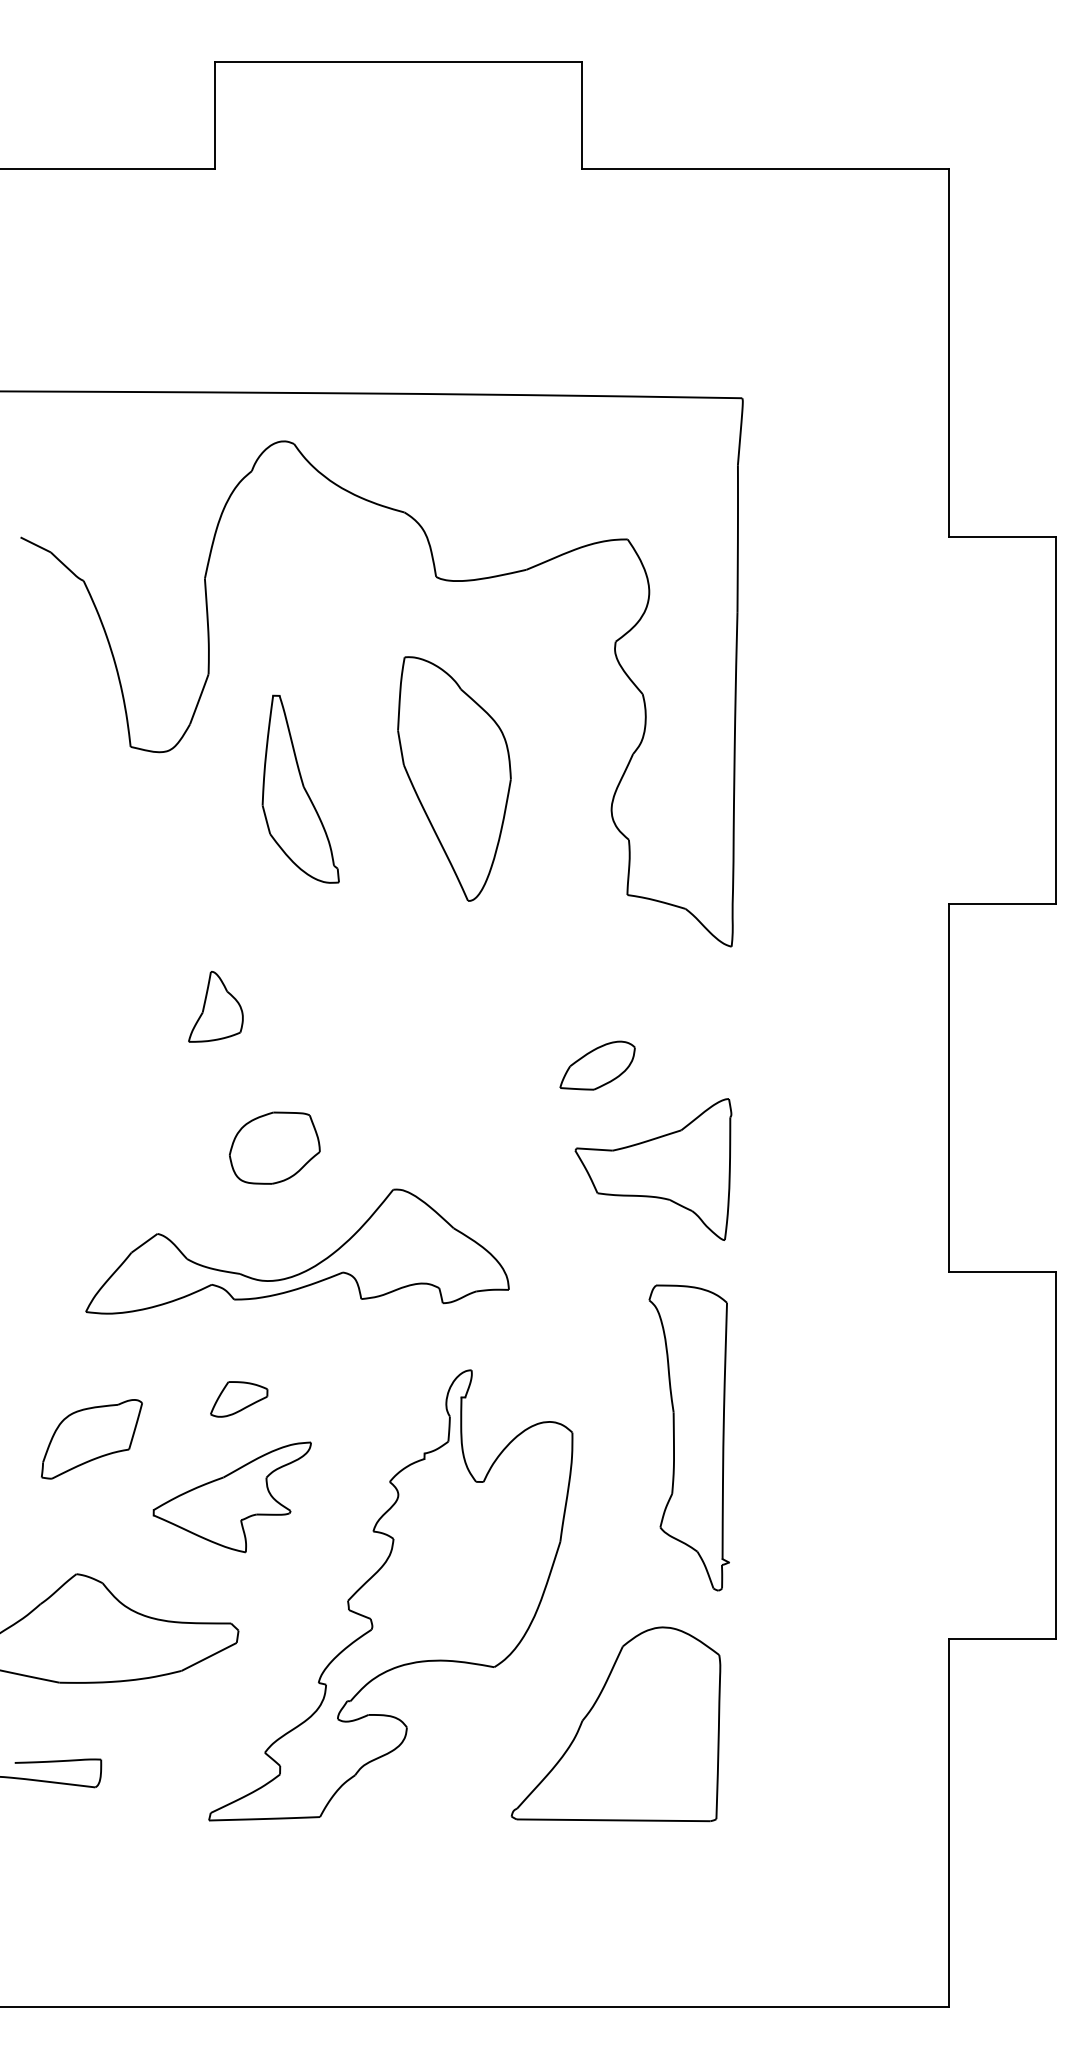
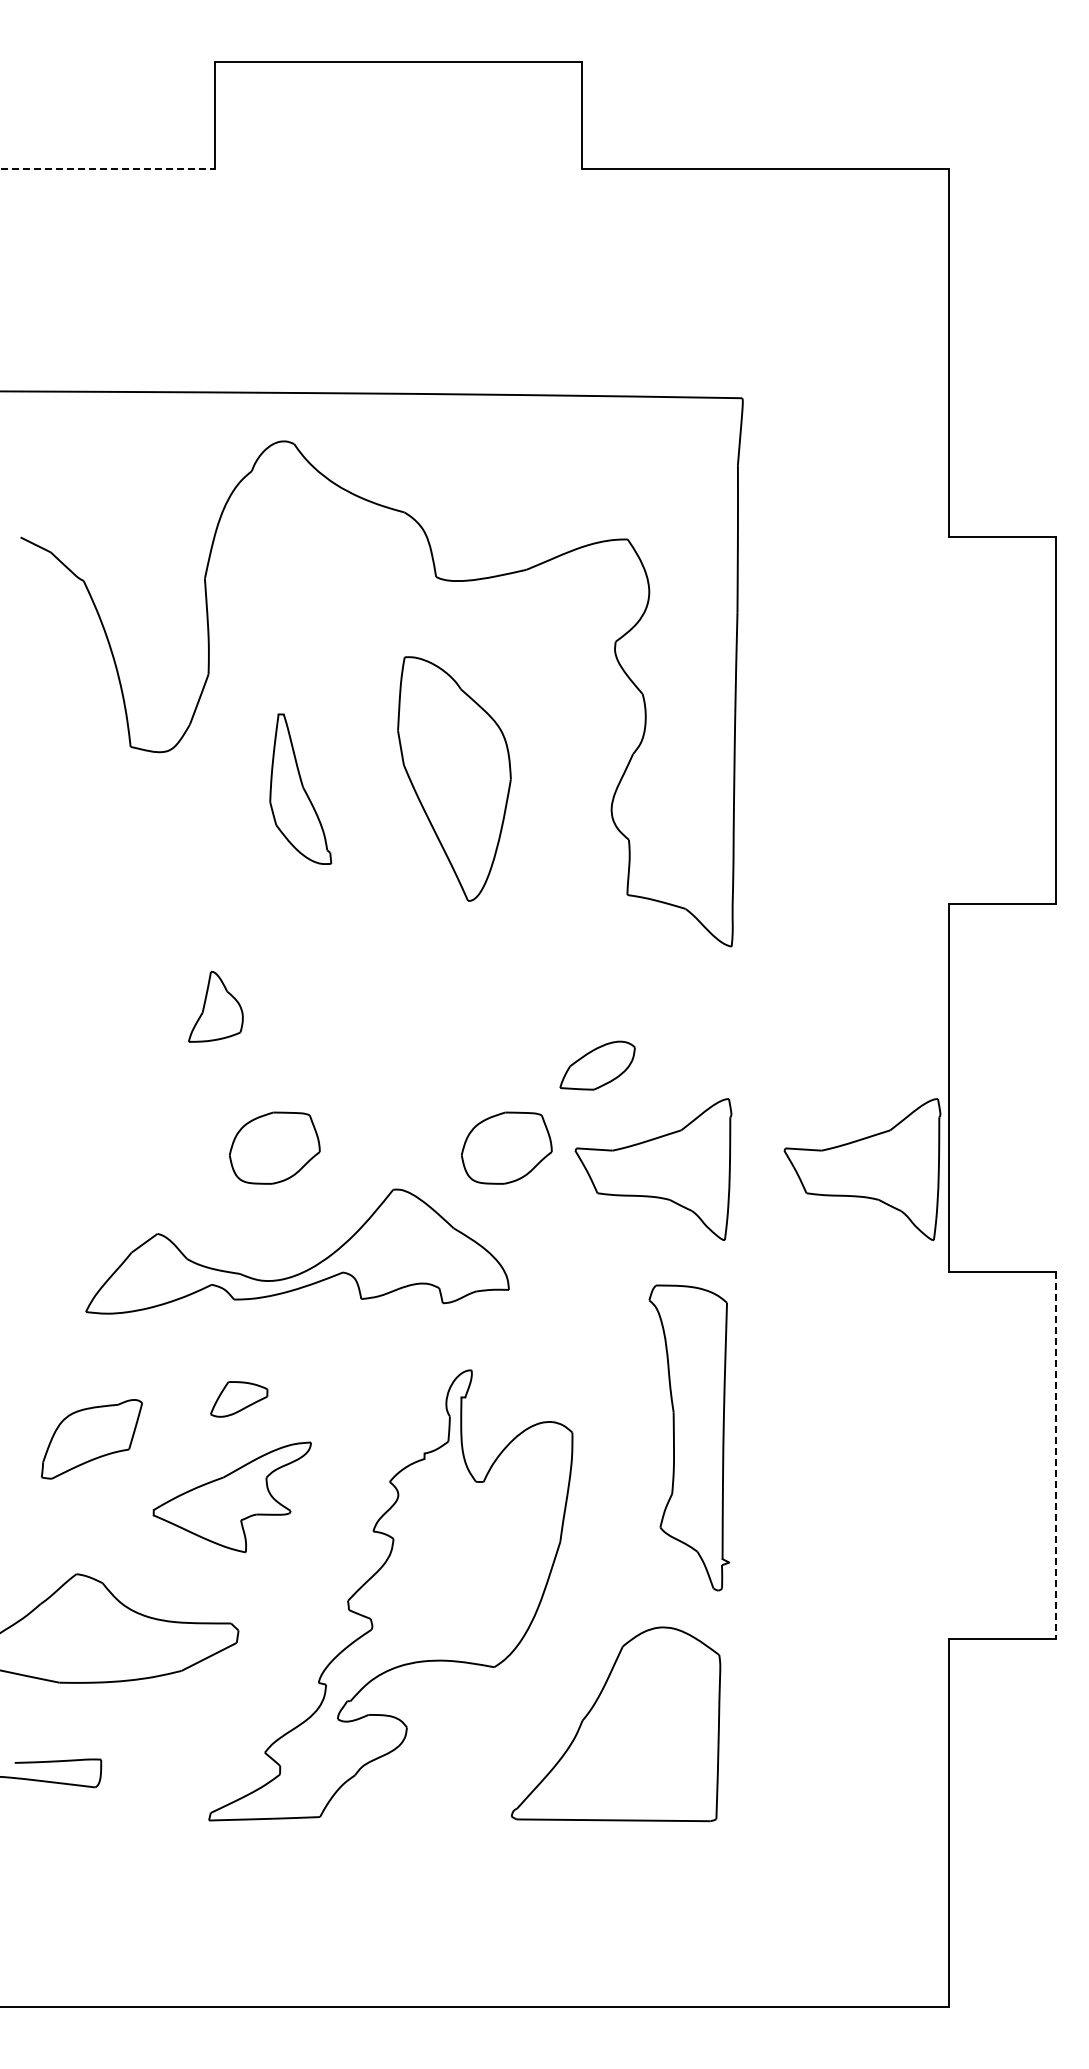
line at (107, 169): solid -> dashed
part at (300, 788) size: 79x190 px -> 64x152 px
part at (506, 1147): none -> present
part at (862, 1169): none -> present
line at (1056, 1455): solid -> dashed
